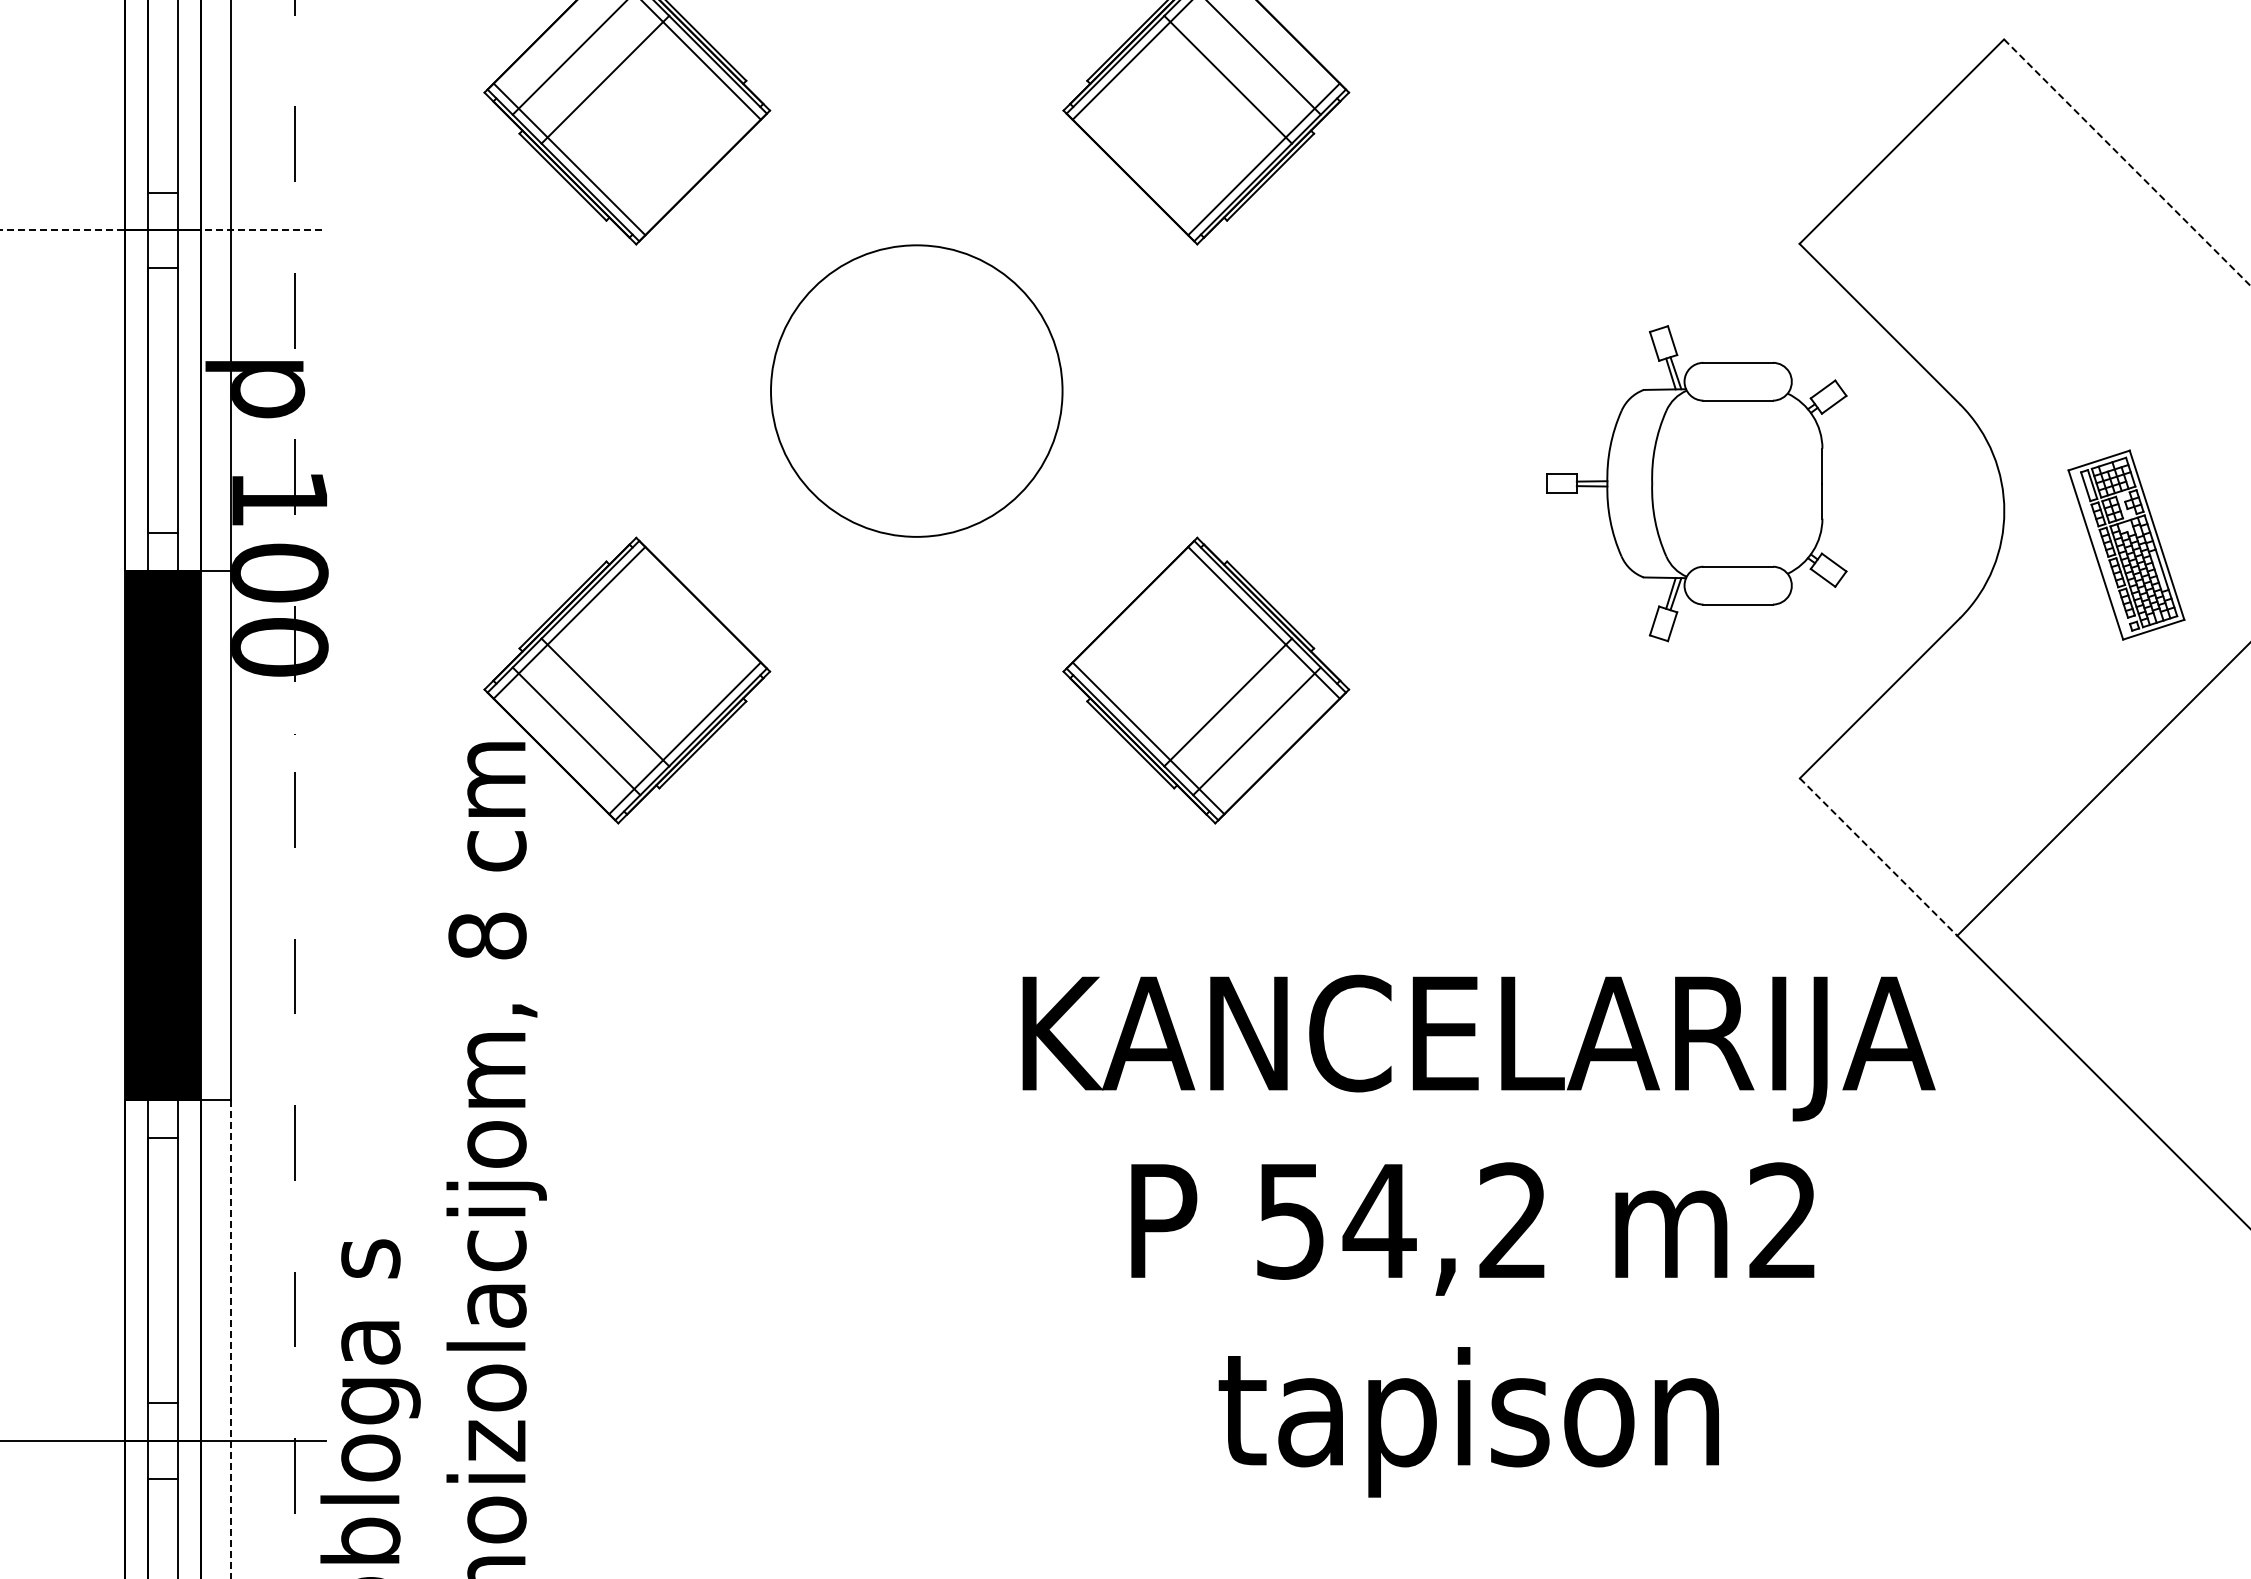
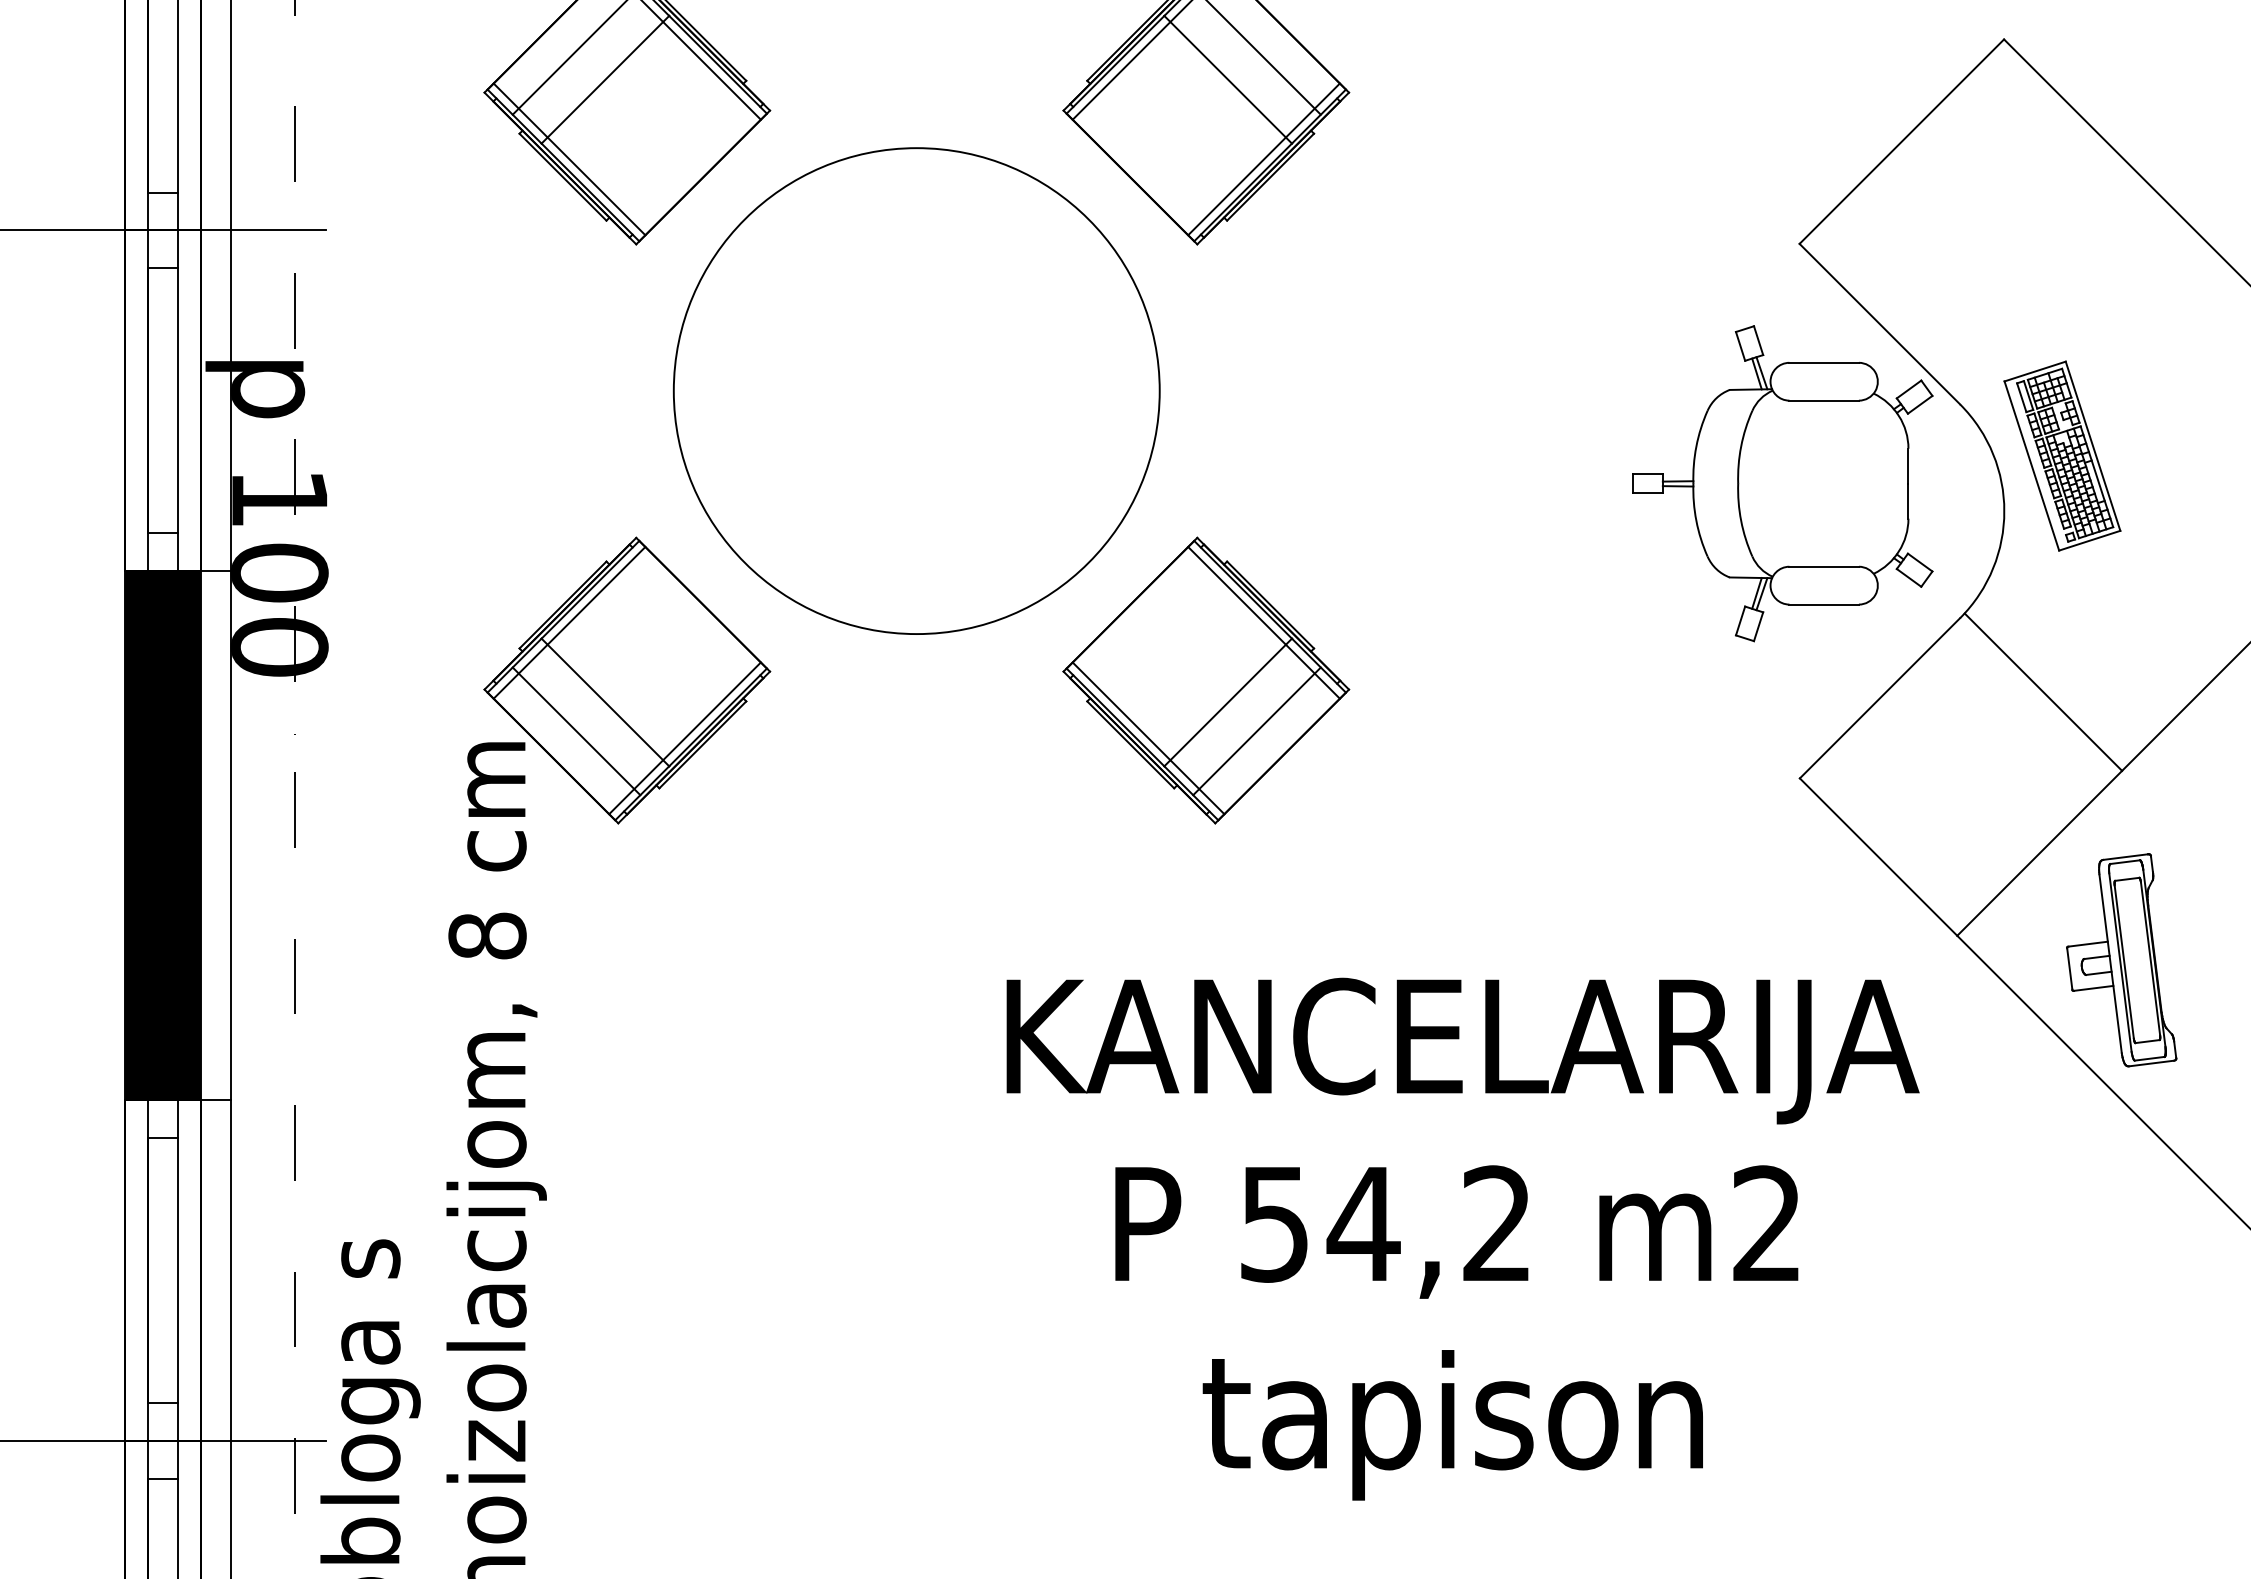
line at (2127, 163): dashed -> solid
line at (163, 230): dashed -> solid
circle at (916, 390) diameter: 292 px -> 486 px
part at (1696, 483) position: (1696, 483) -> (1782, 483)
part at (2126, 544) position: (2126, 544) -> (2062, 455)
line at (2043, 691): none -> present
line at (1878, 857): dashed -> solid
part at (2121, 960): none -> present
text at (1478, 1235) position: (1478, 1235) -> (1462, 1238)
line at (230, 1339): dashed -> solid
